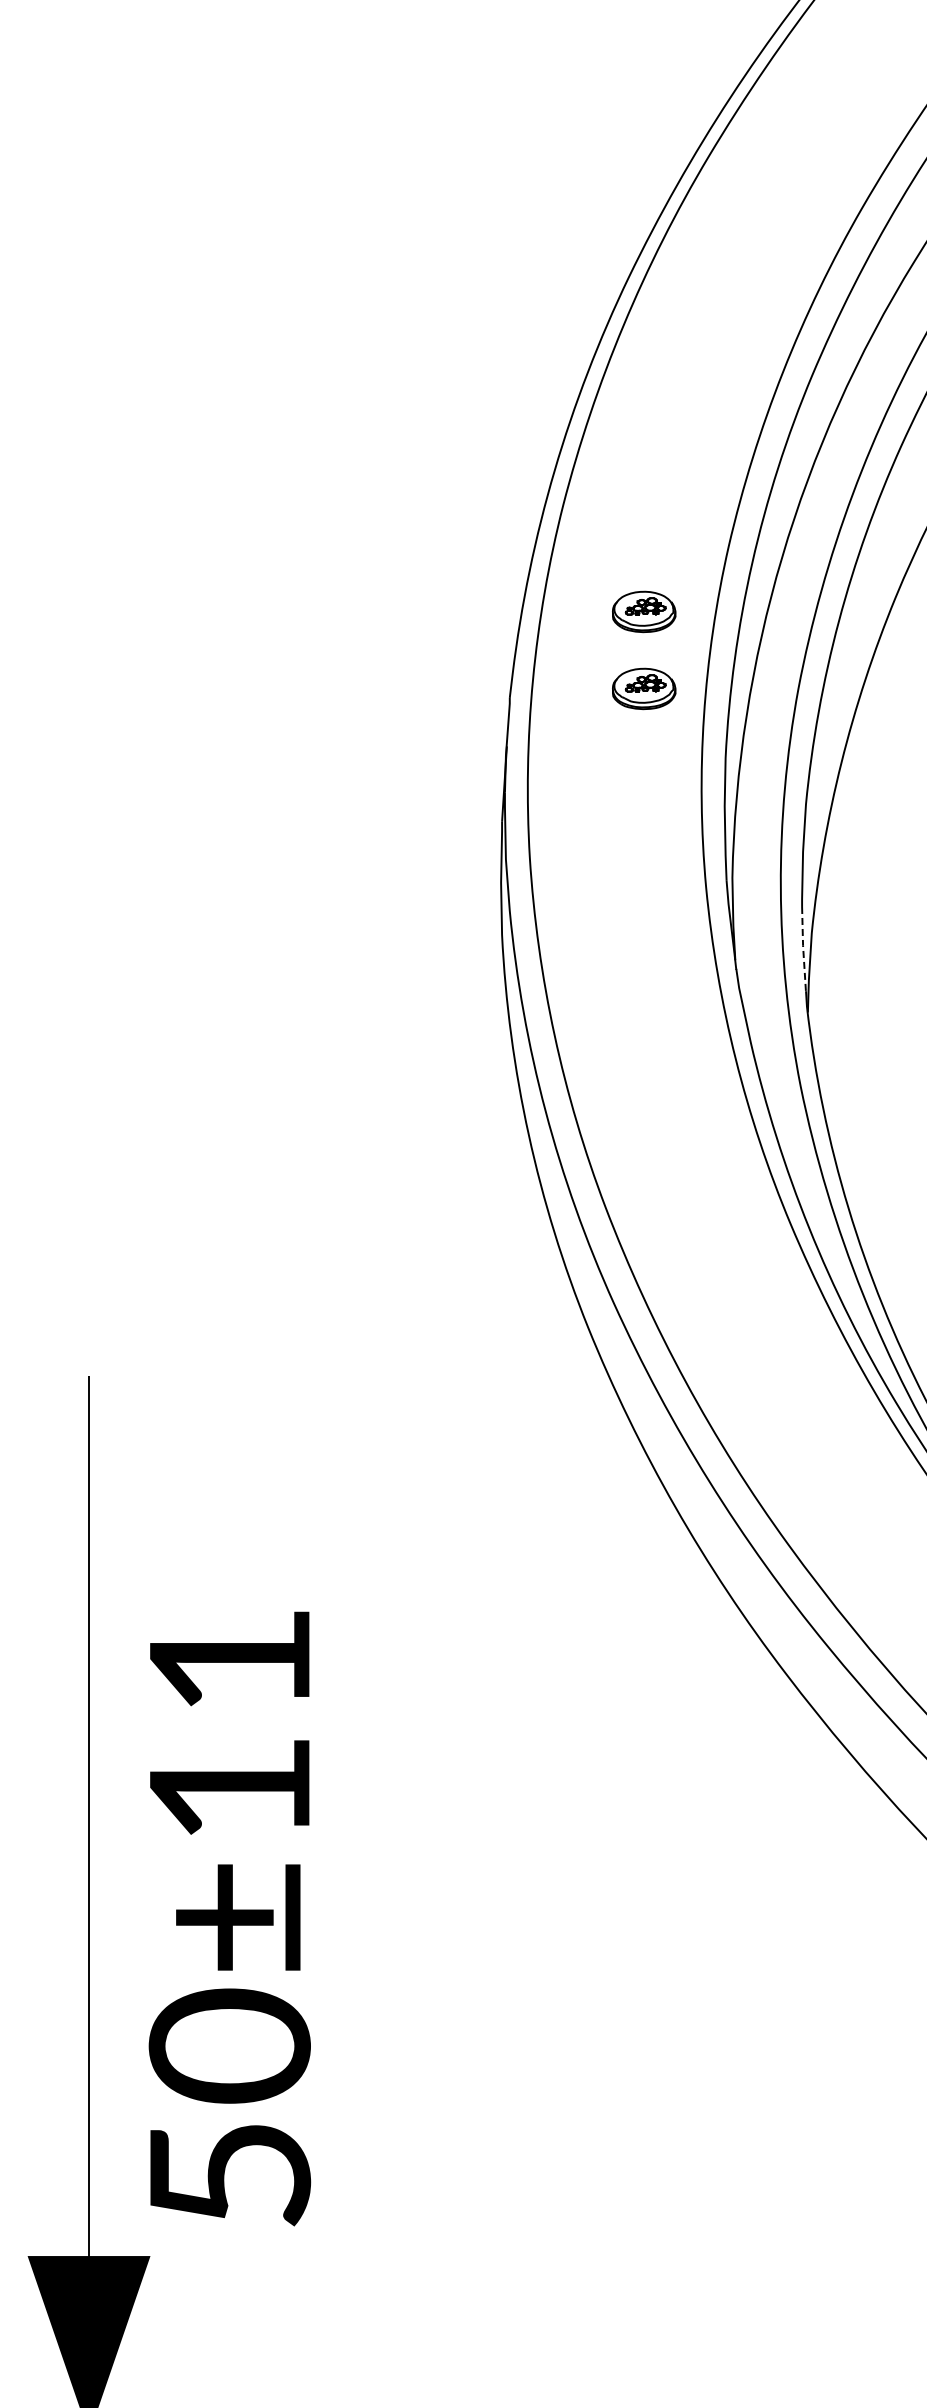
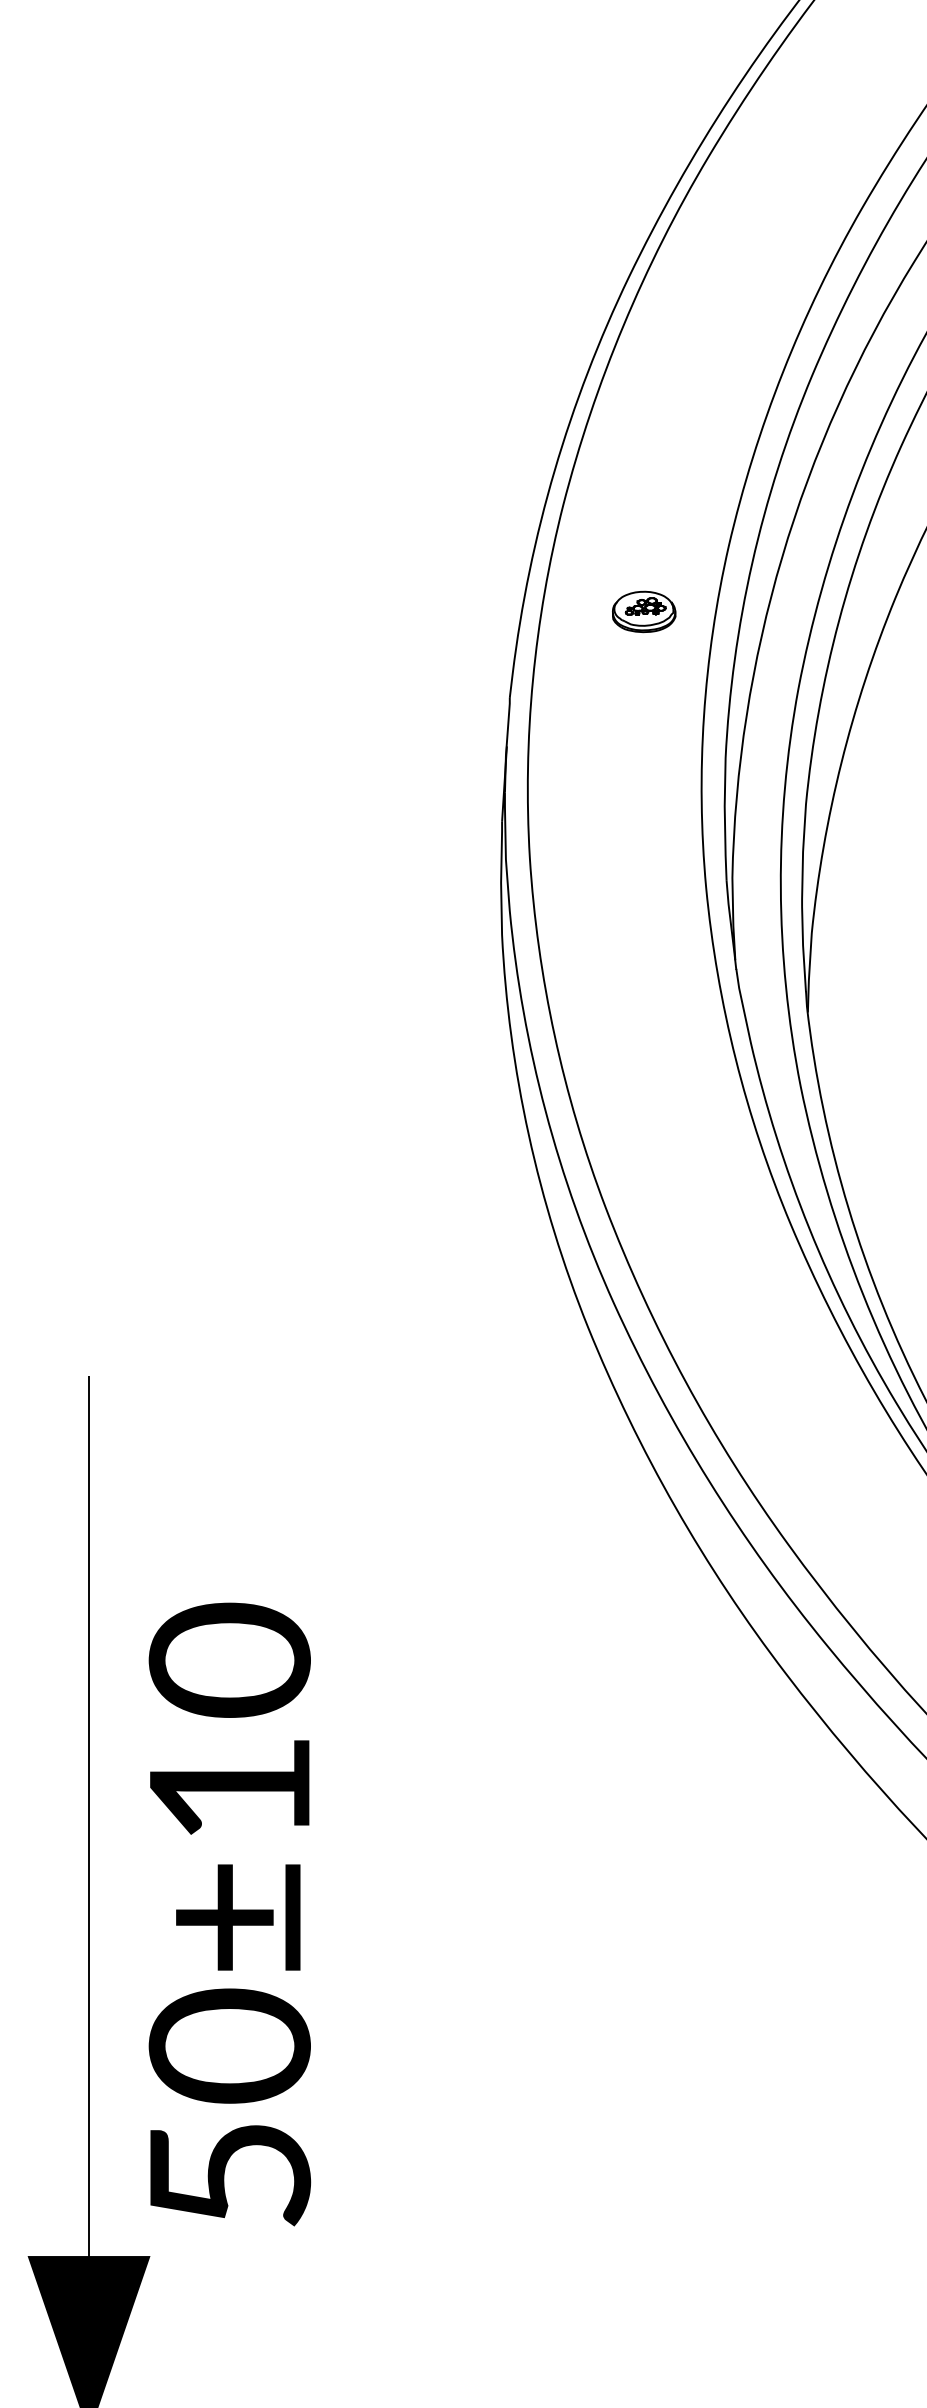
part at (644, 688): present -> none
line at (803, 949): dashed -> solid
text at (229, 1659): 50±11 -> 50±10
